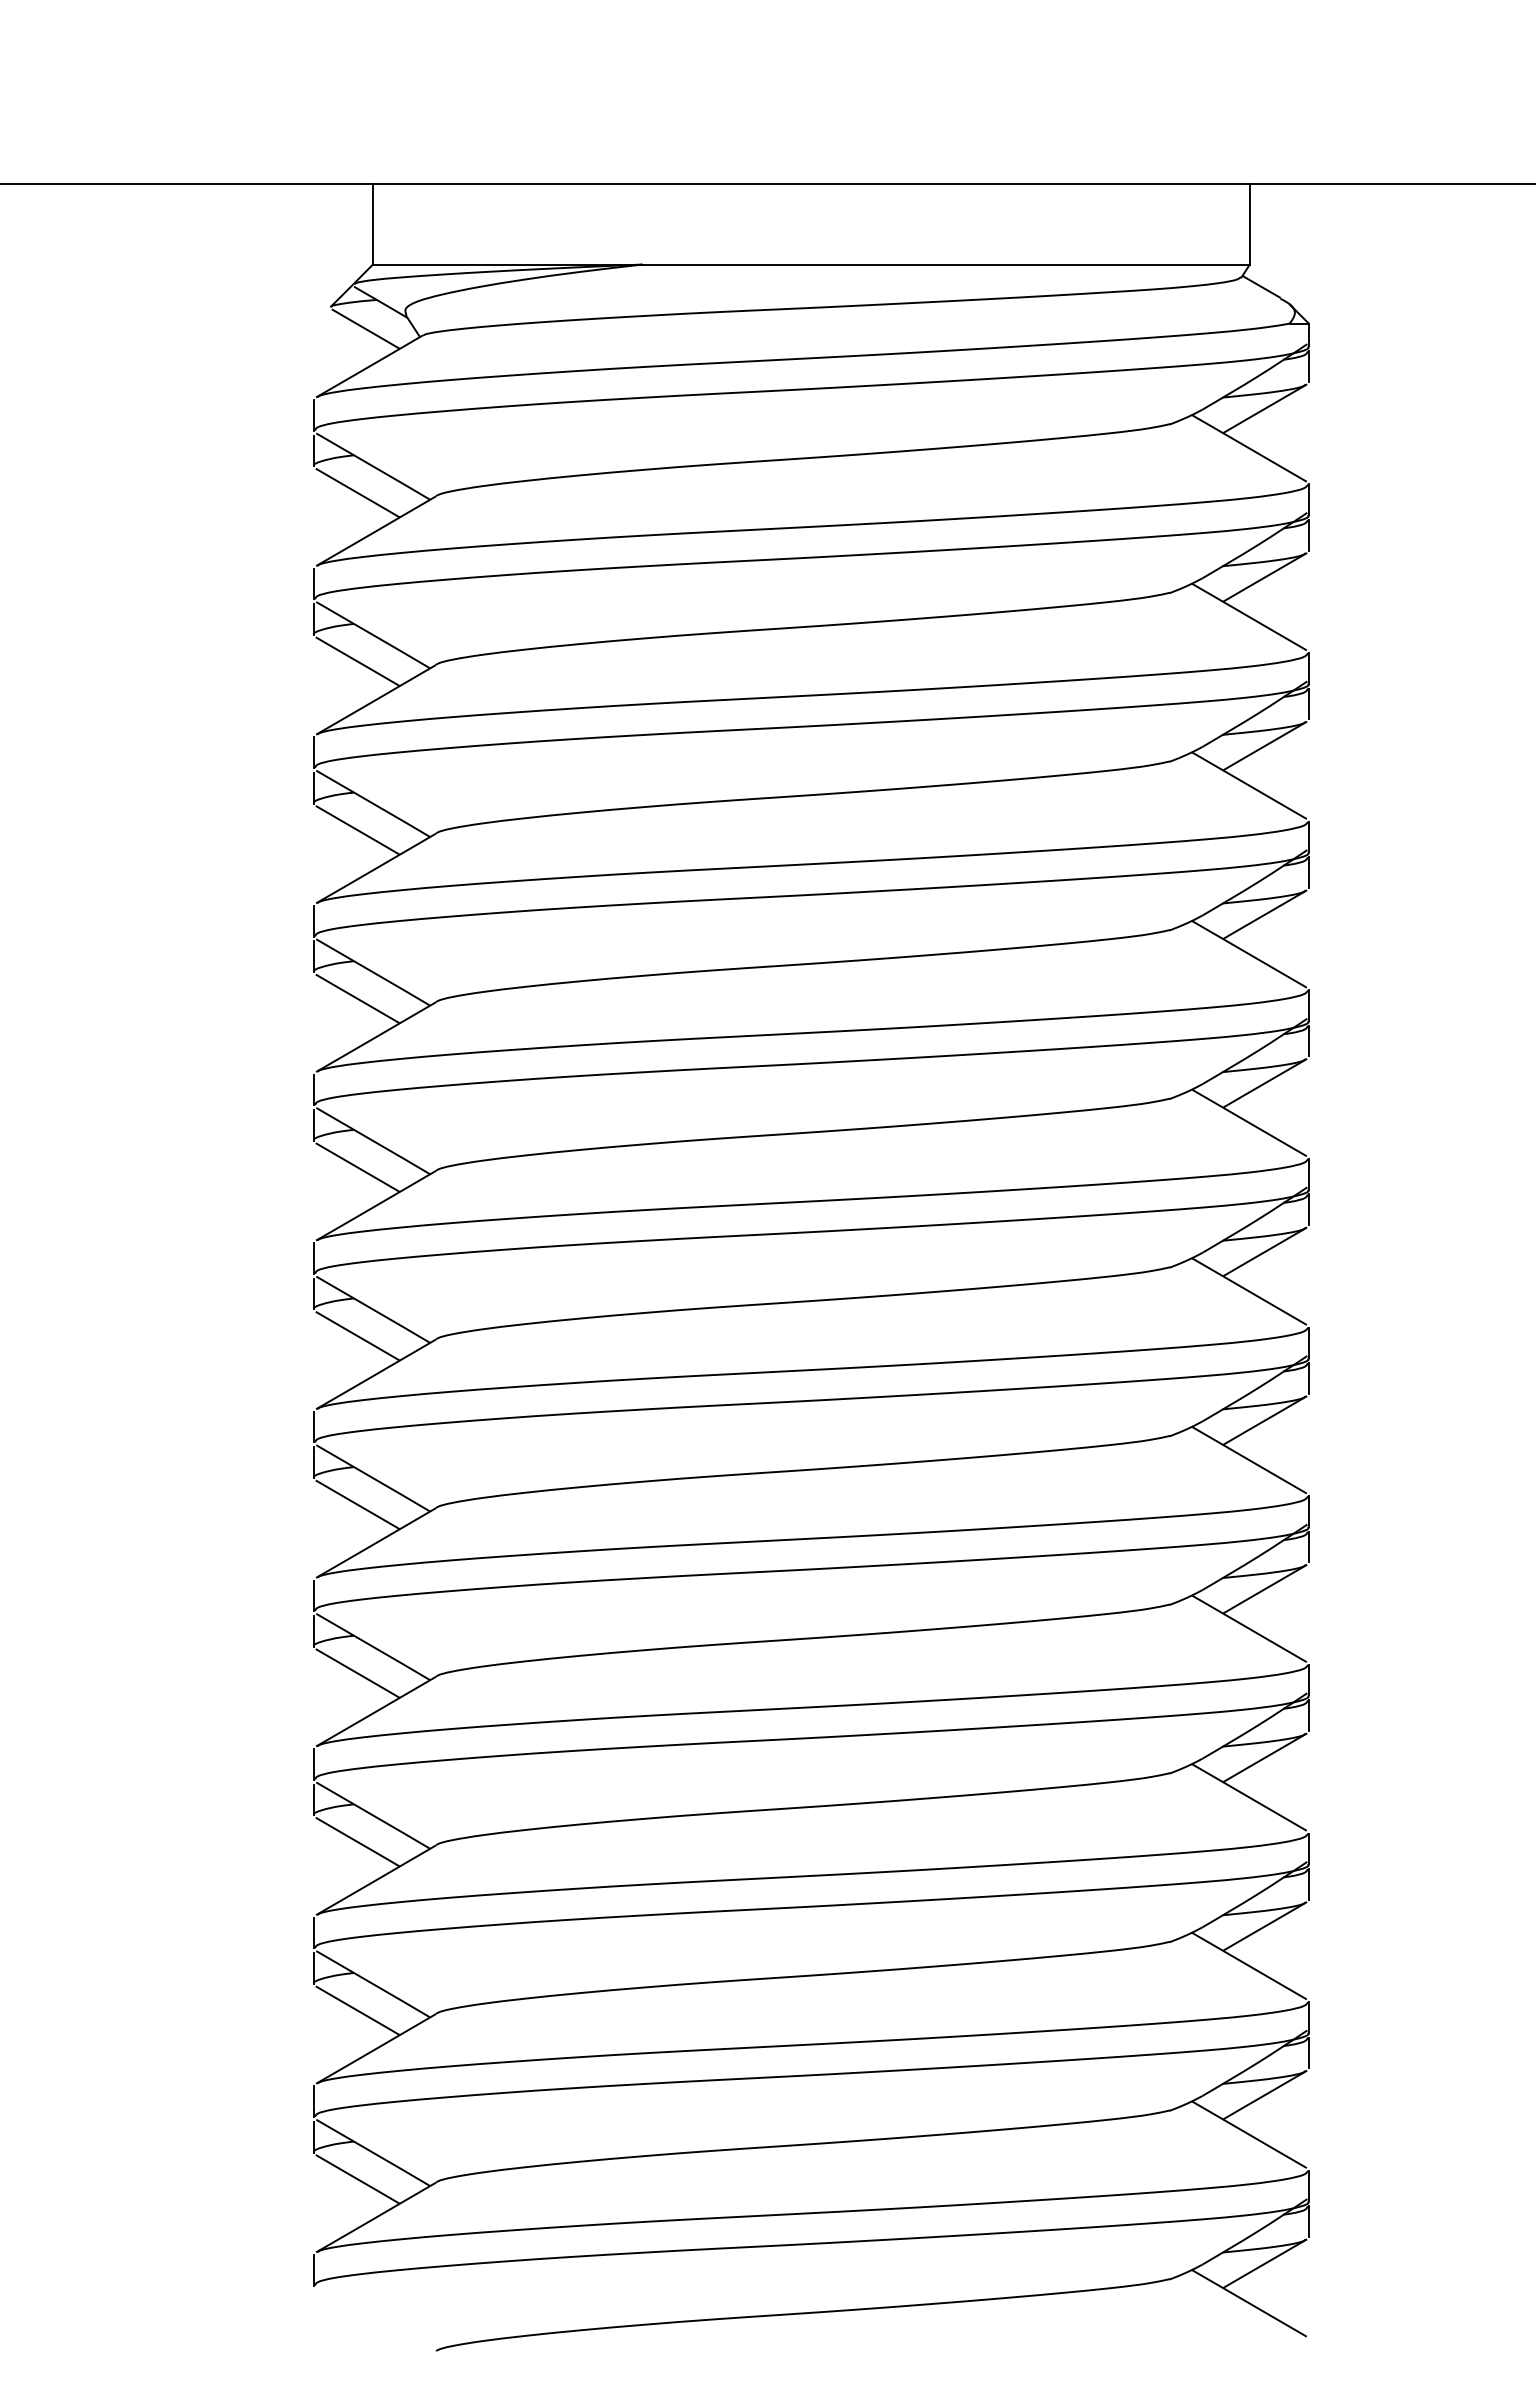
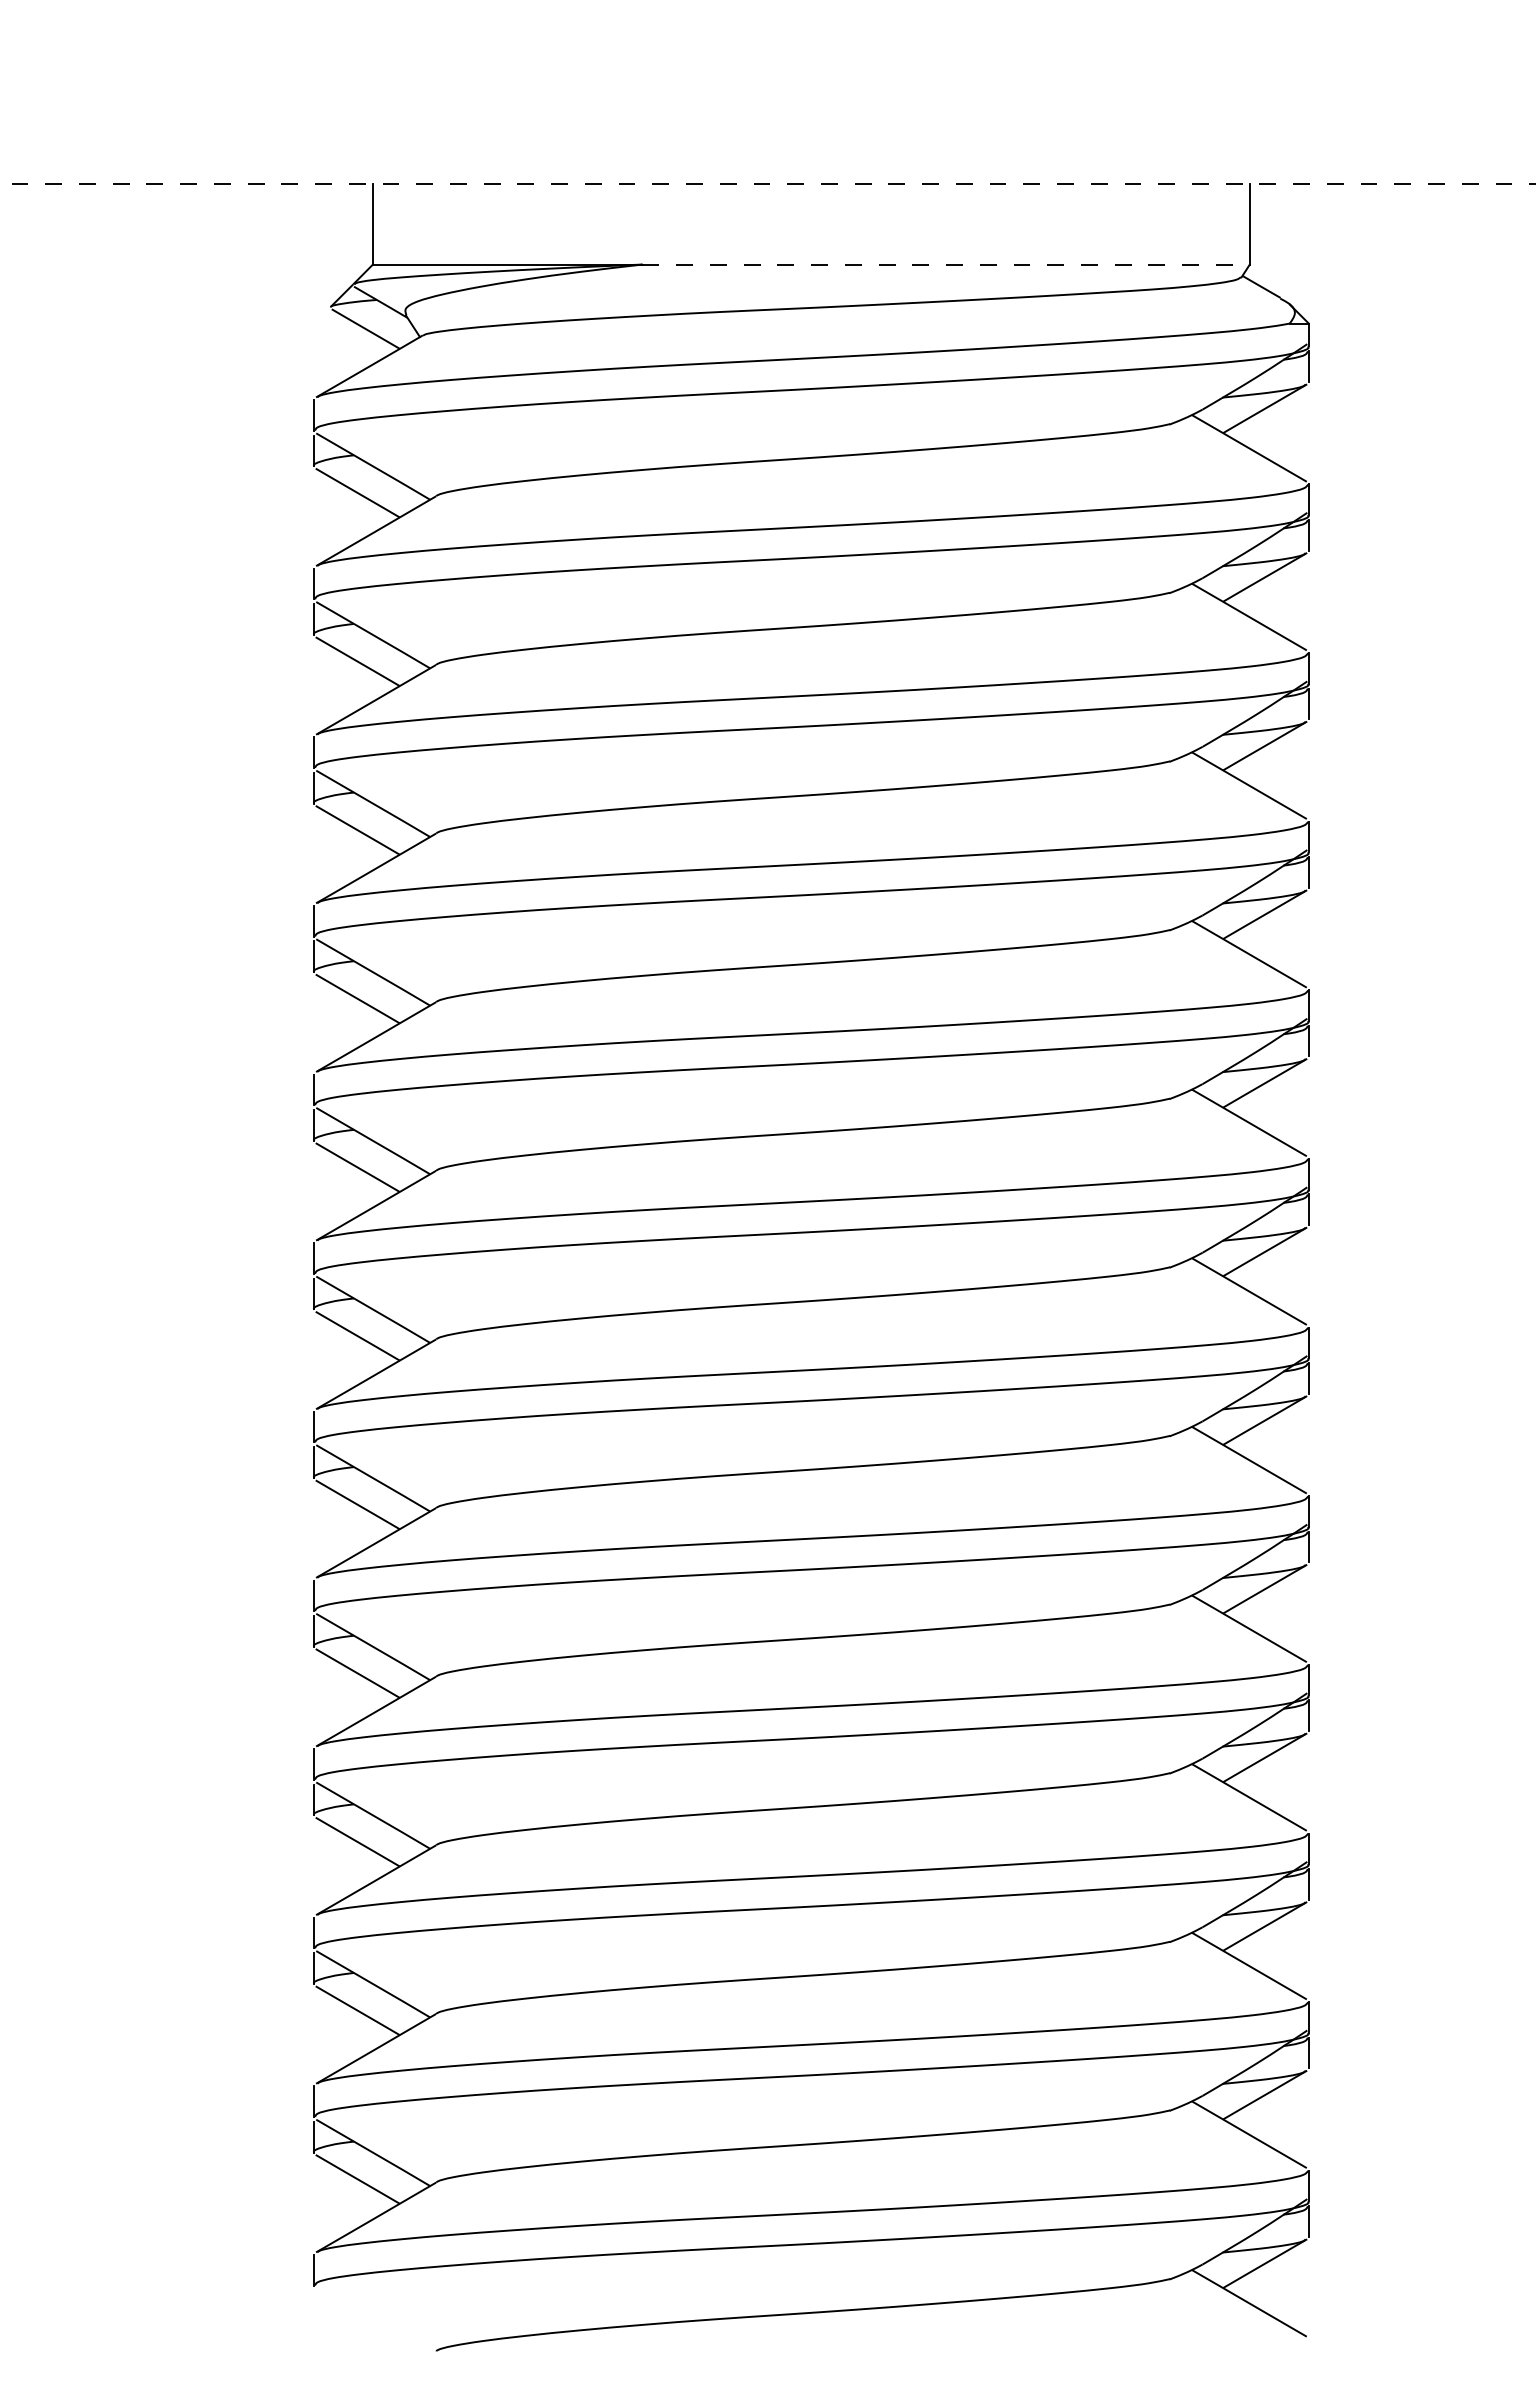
line at (767, 183): solid -> dashed
line at (946, 264): solid -> dashed
